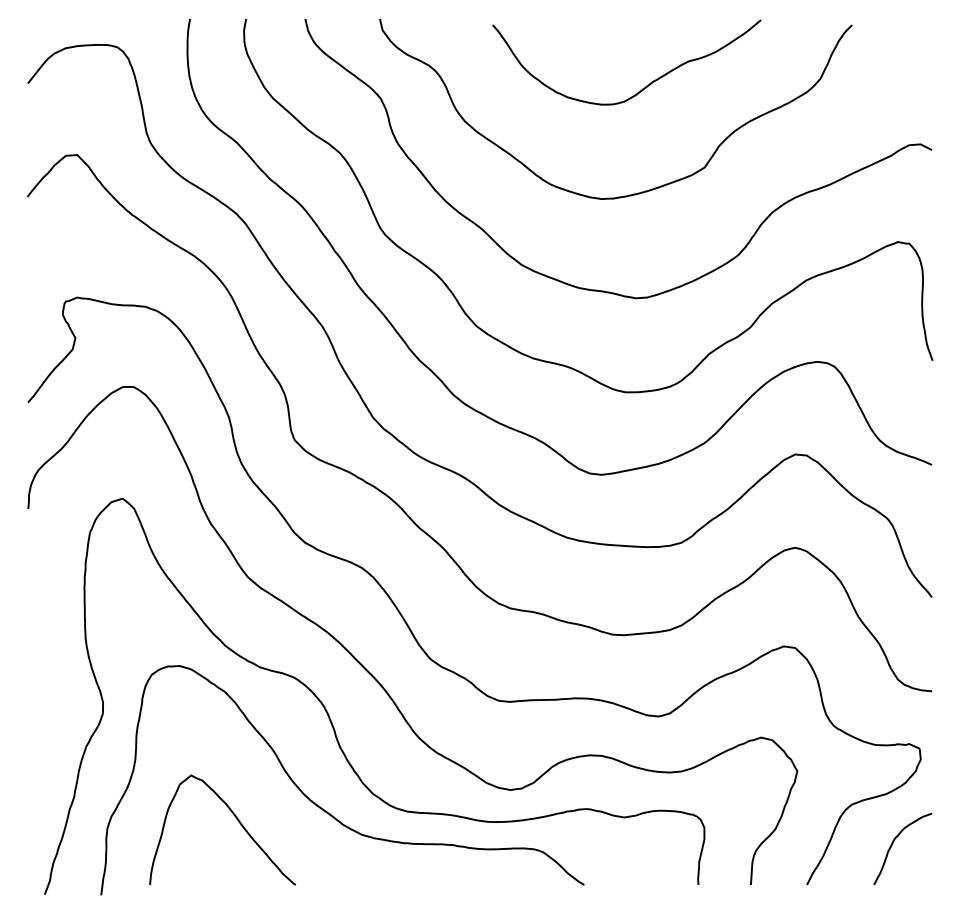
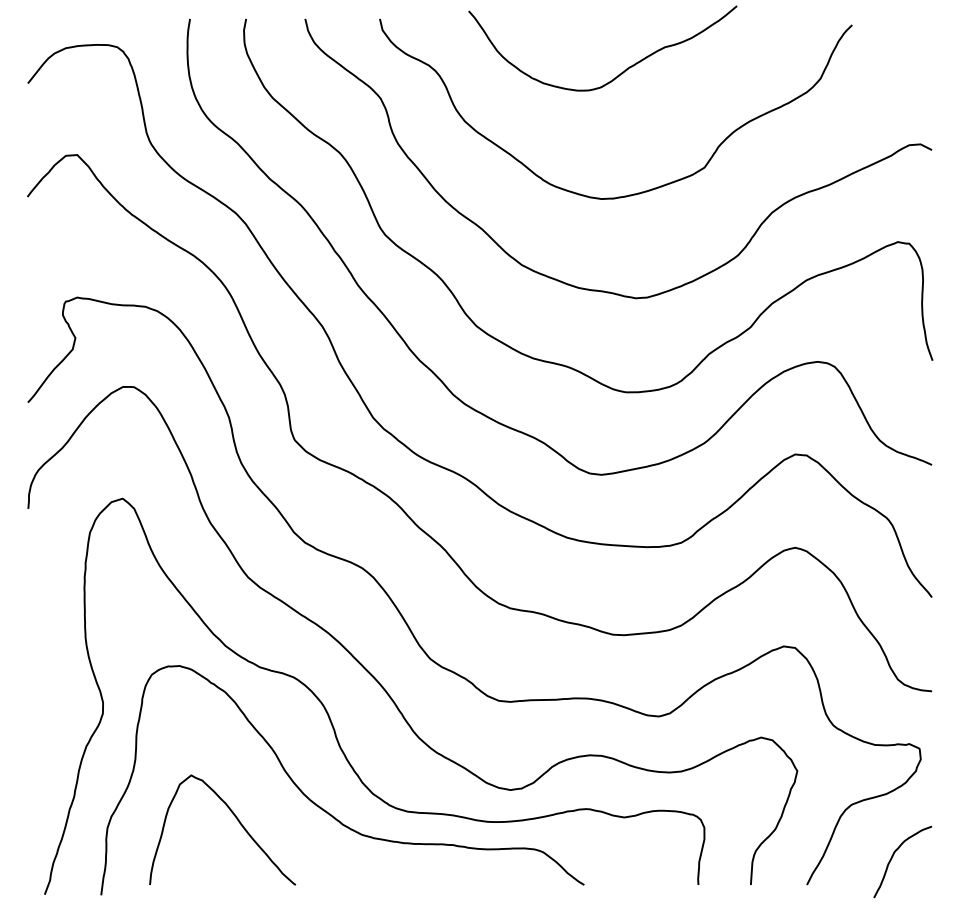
curve at (646, 85) position: (646, 85) -> (622, 71)
curve at (893, 843) position: (893, 843) -> (893, 856)
